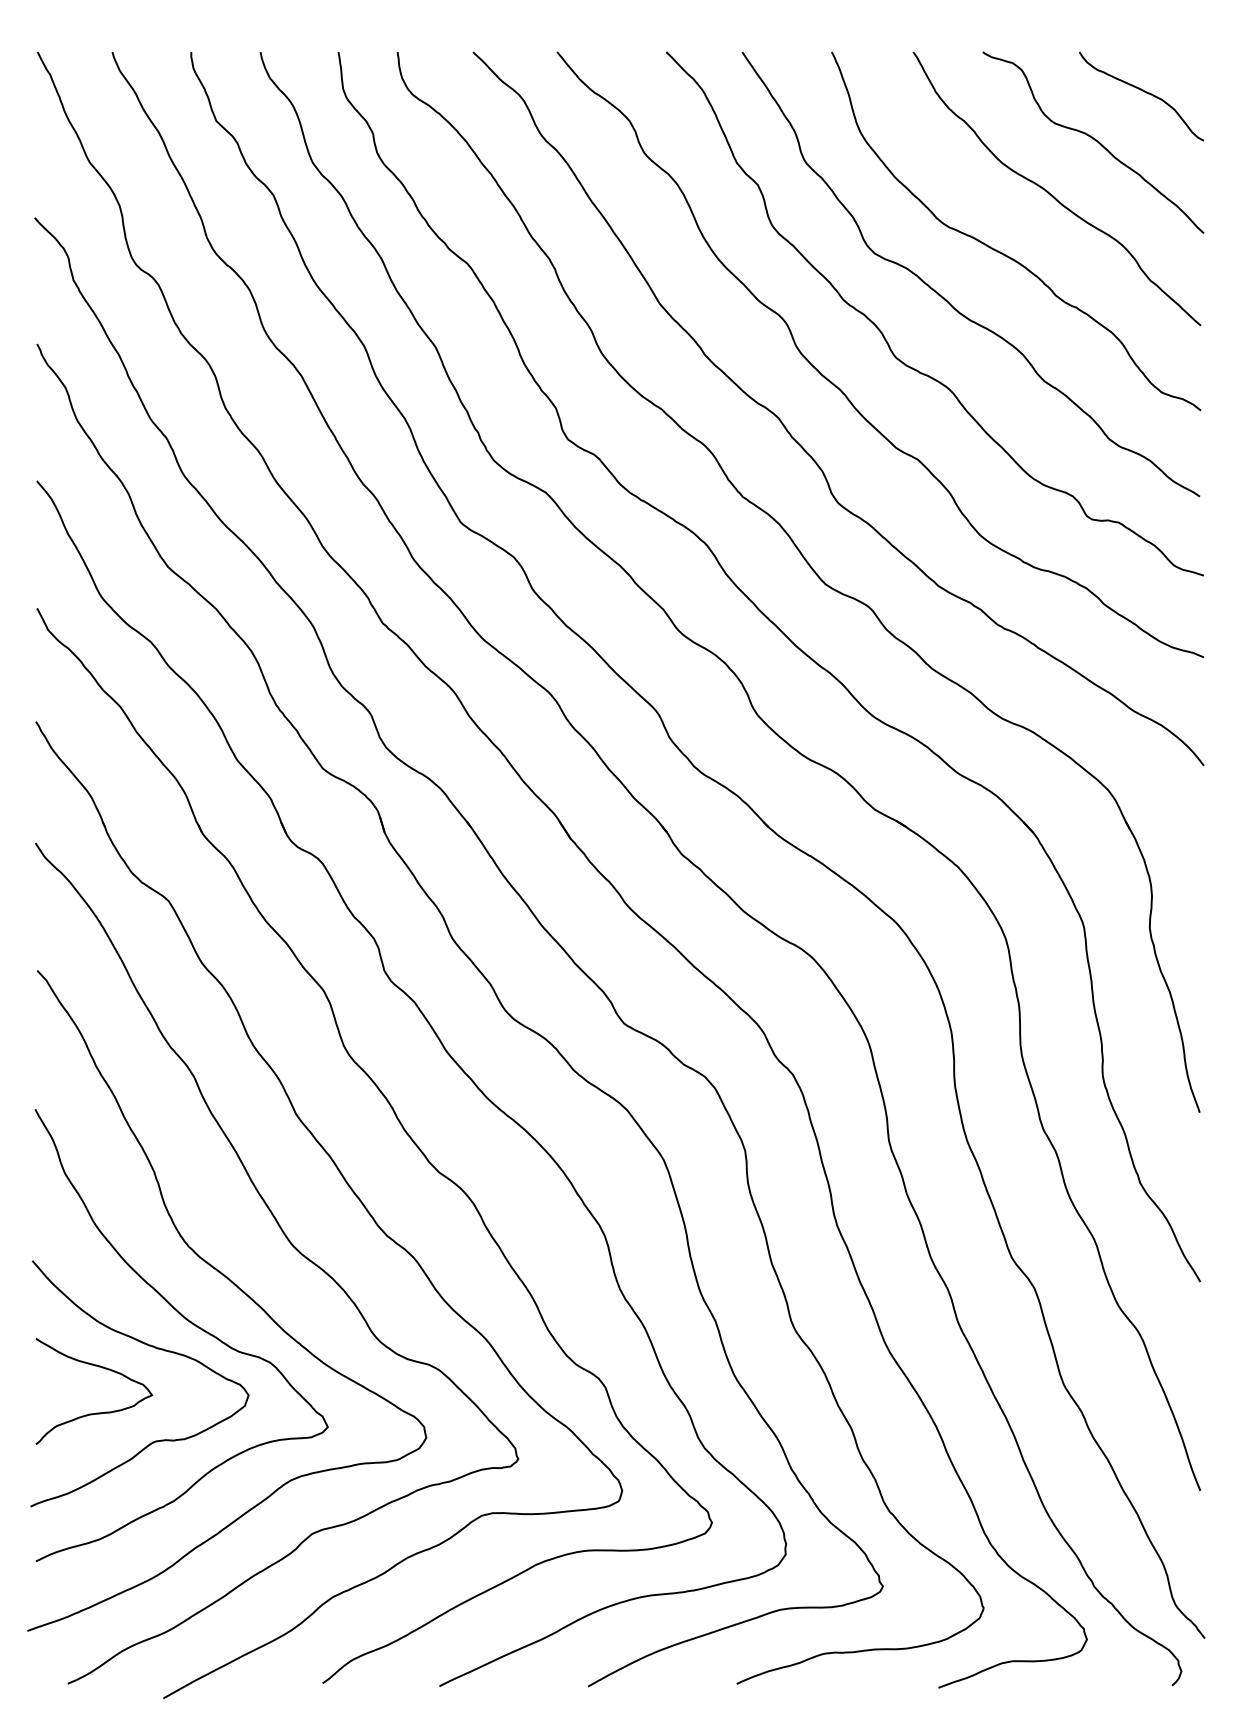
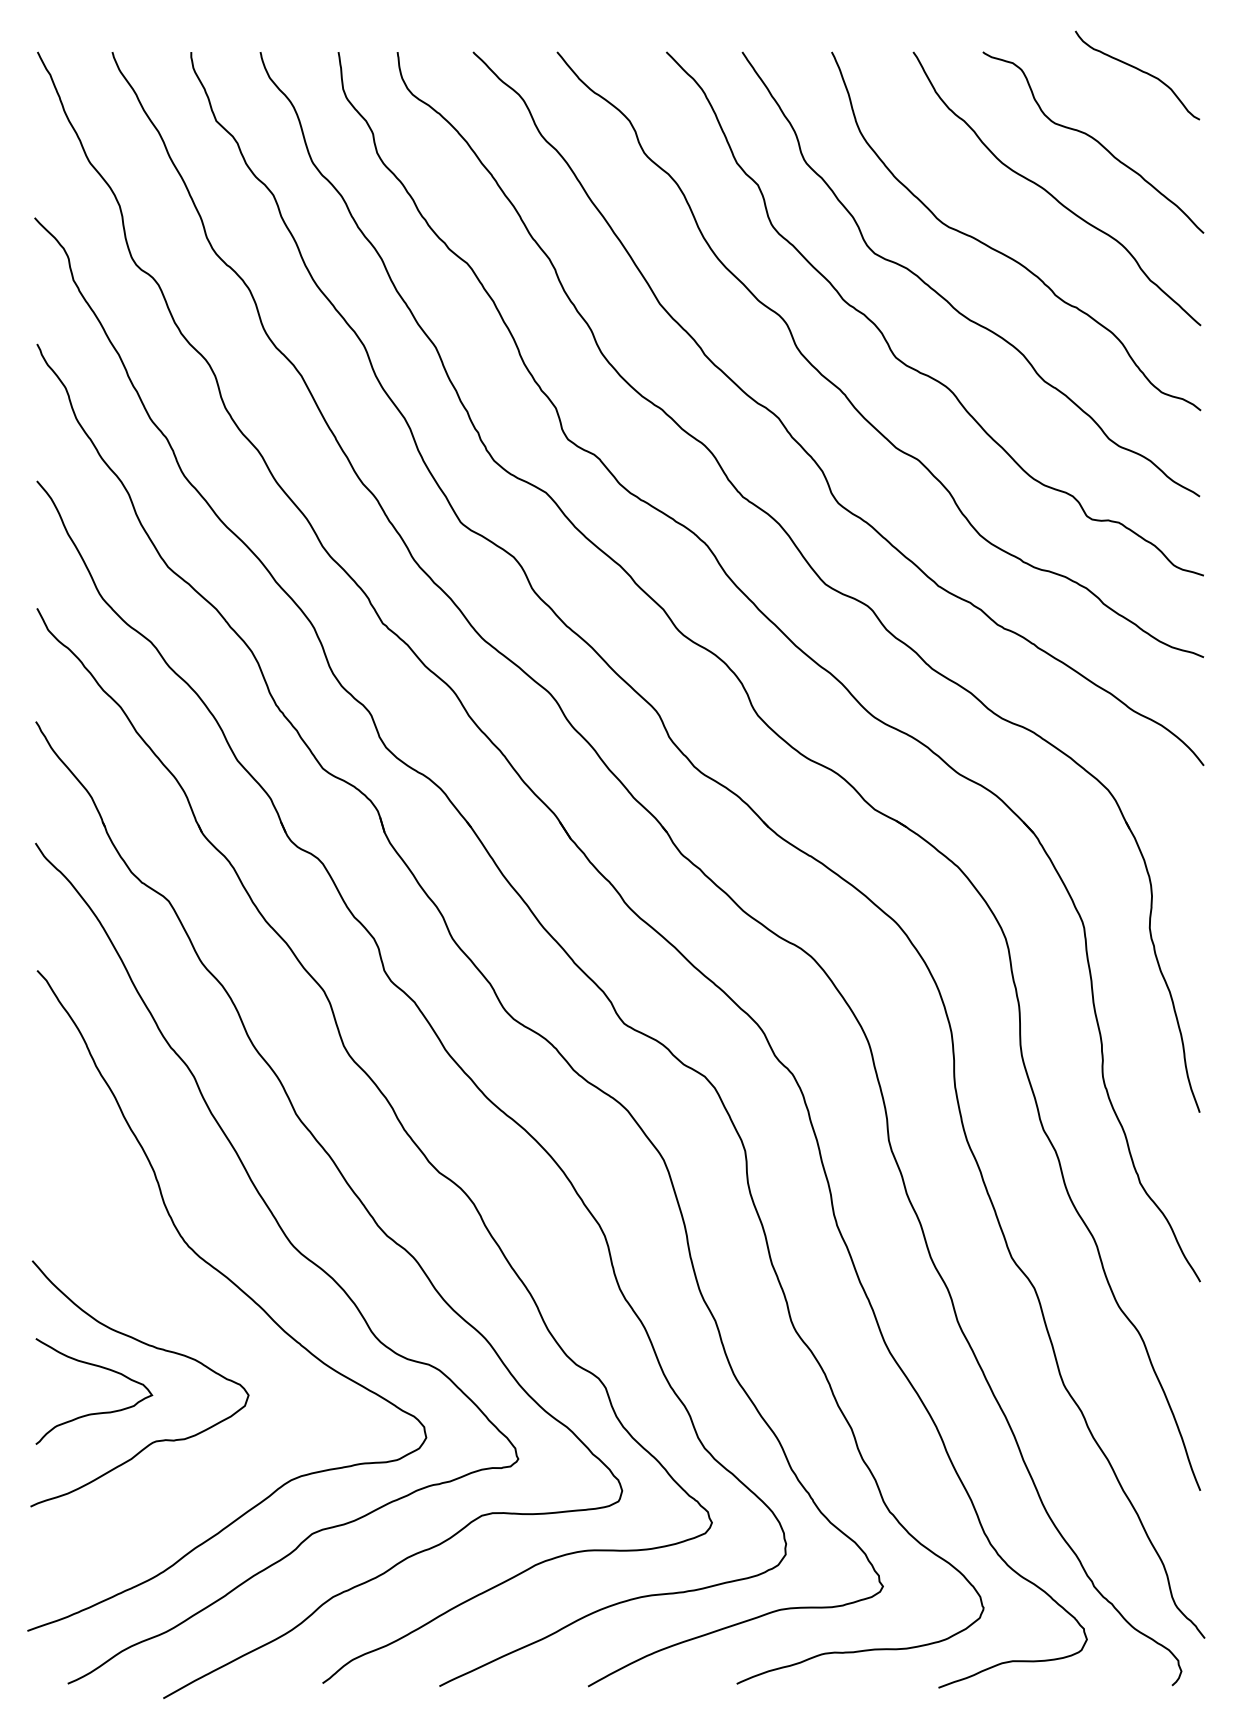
curve at (1144, 92) position: (1144, 92) -> (1140, 71)
curve at (190, 1323): present -> none
